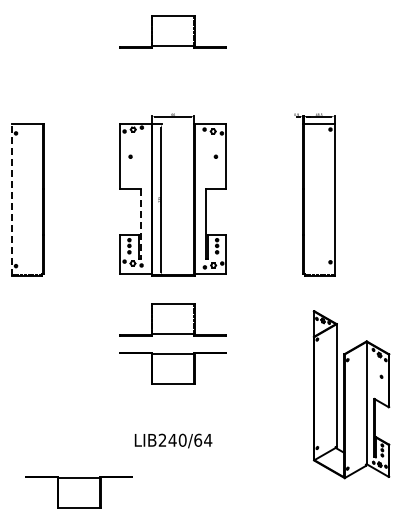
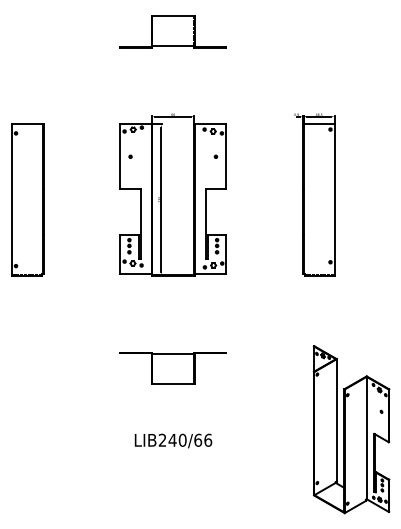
line at (11, 200): dashed -> solid
line at (140, 224): dashed -> solid
part at (172, 319): present -> none
part at (351, 394) position: (351, 394) -> (351, 429)
text at (208, 439): LIB240/64 -> LIB240/66
part at (78, 492): present -> none
